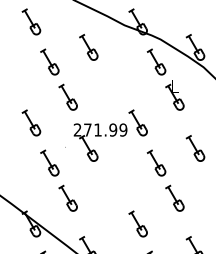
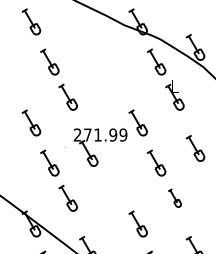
part at (88, 47): present -> none
part at (100, 142) position: (100, 142) -> (100, 147)
part at (174, 197) size: 20x28 px -> 14x20 px
